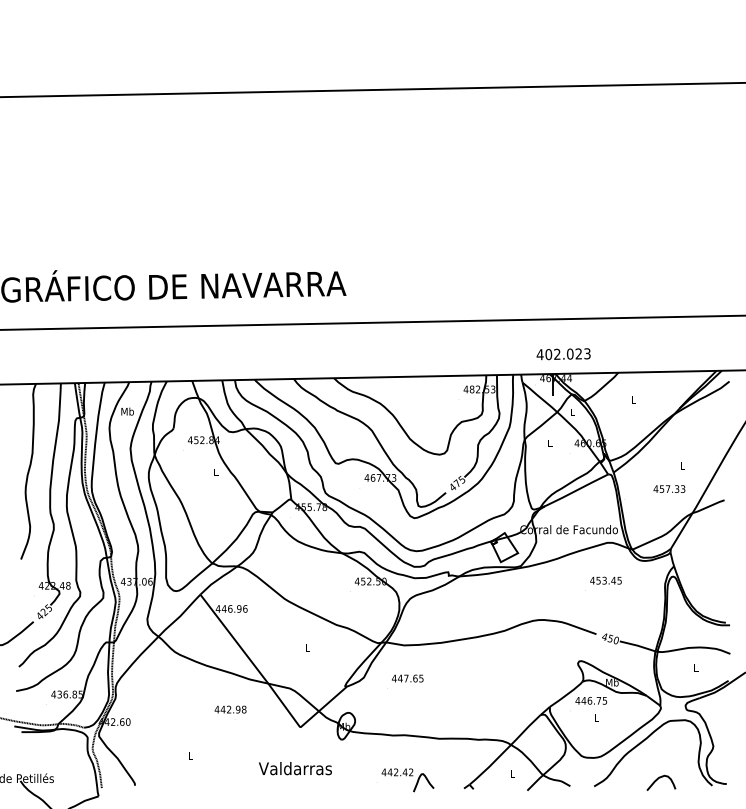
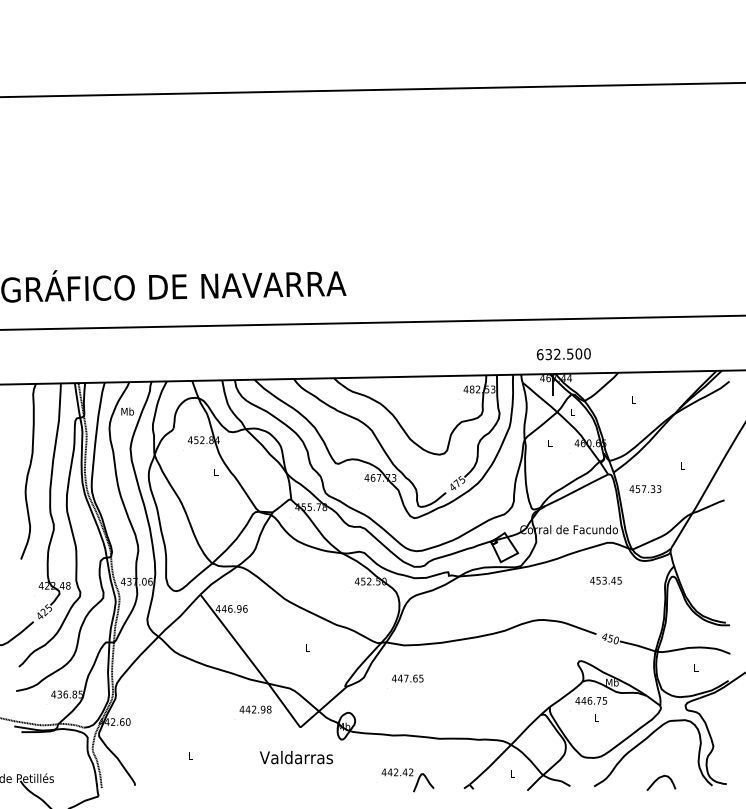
text at (563, 354): 402.023 -> 632.500
text at (669, 488) position: (669, 488) -> (645, 488)
text at (230, 709) position: (230, 709) -> (255, 709)
text at (295, 768) position: (295, 768) -> (296, 757)
